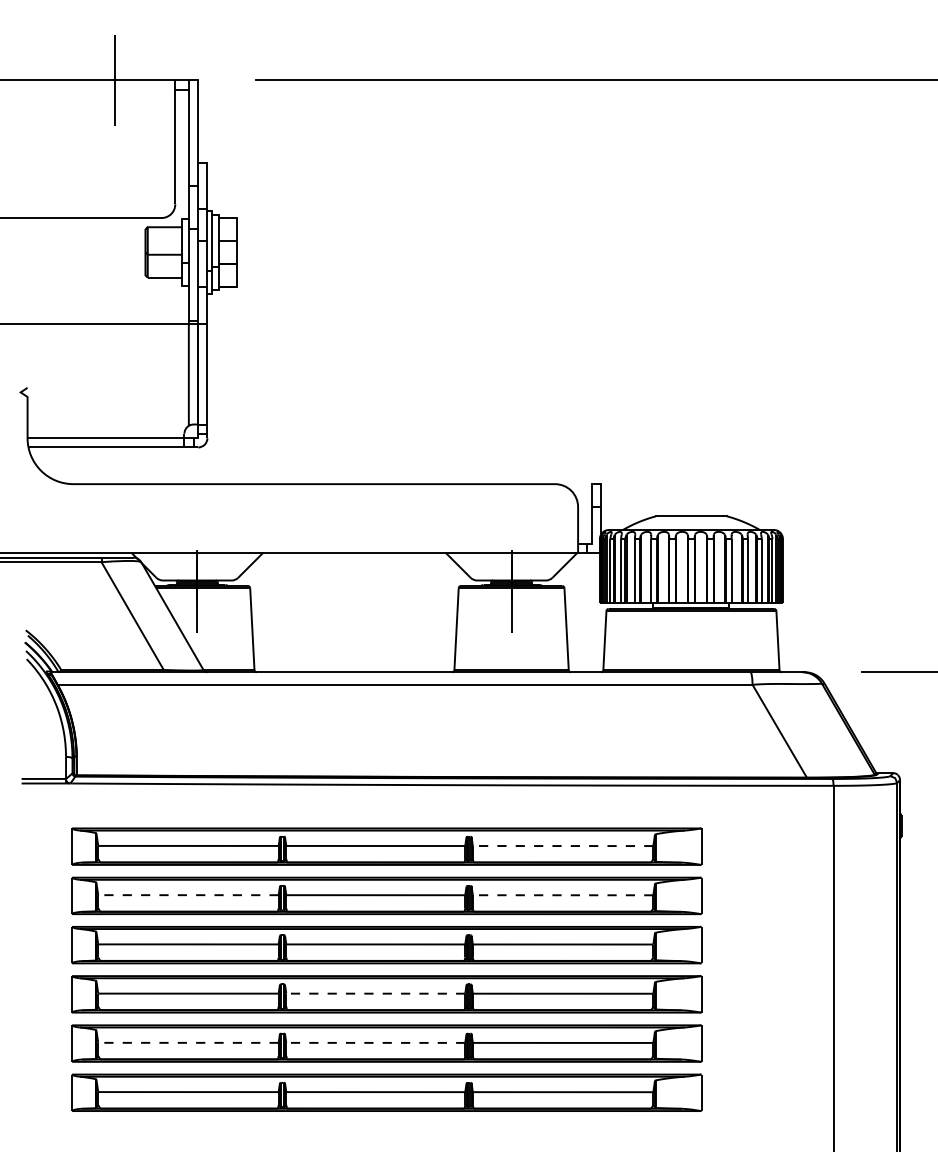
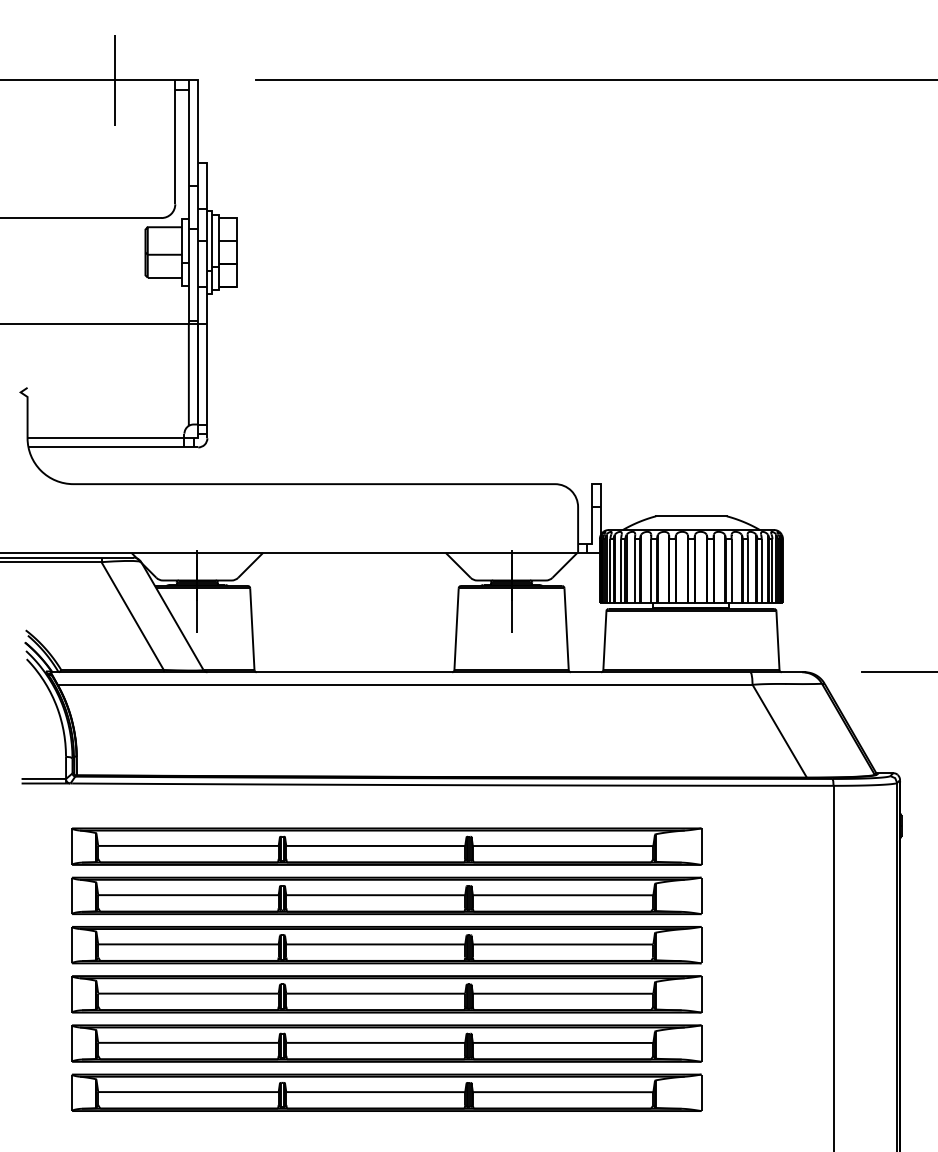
line at (563, 846): dashed -> solid
line at (188, 895): dashed -> solid
line at (563, 895): dashed -> solid
line at (375, 993): dashed -> solid
line at (188, 1042): dashed -> solid
line at (375, 1042): dashed -> solid
